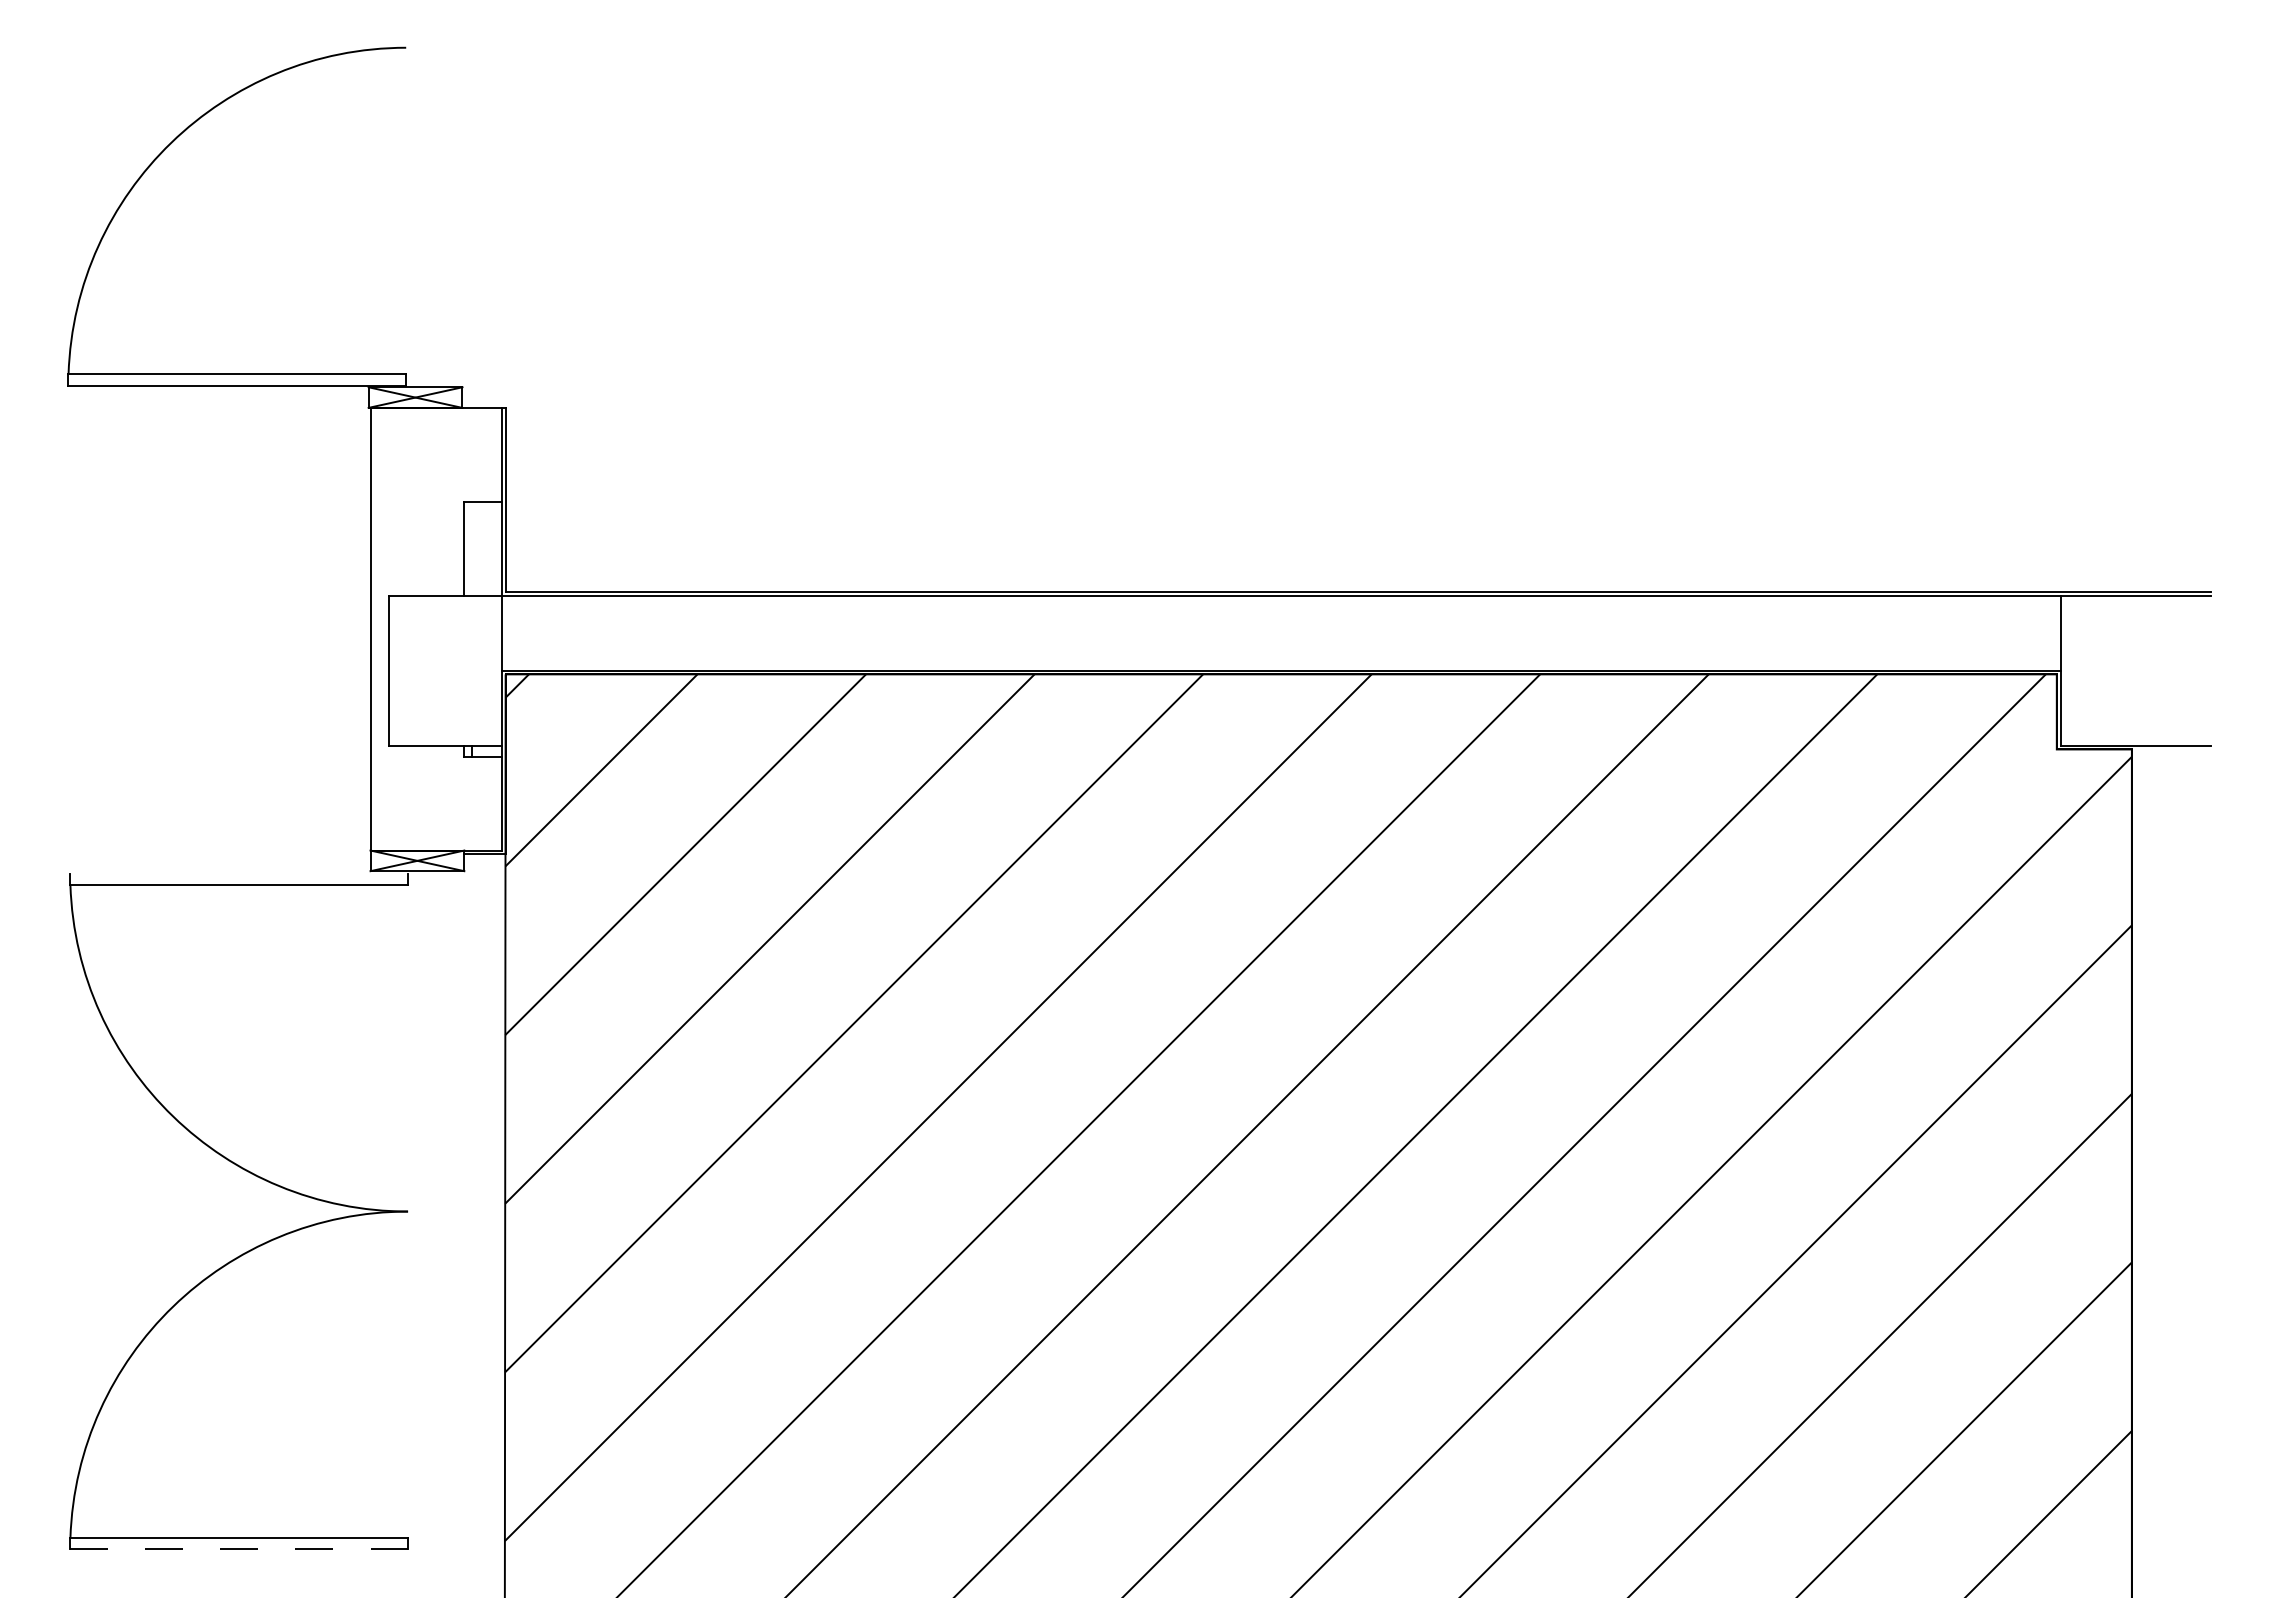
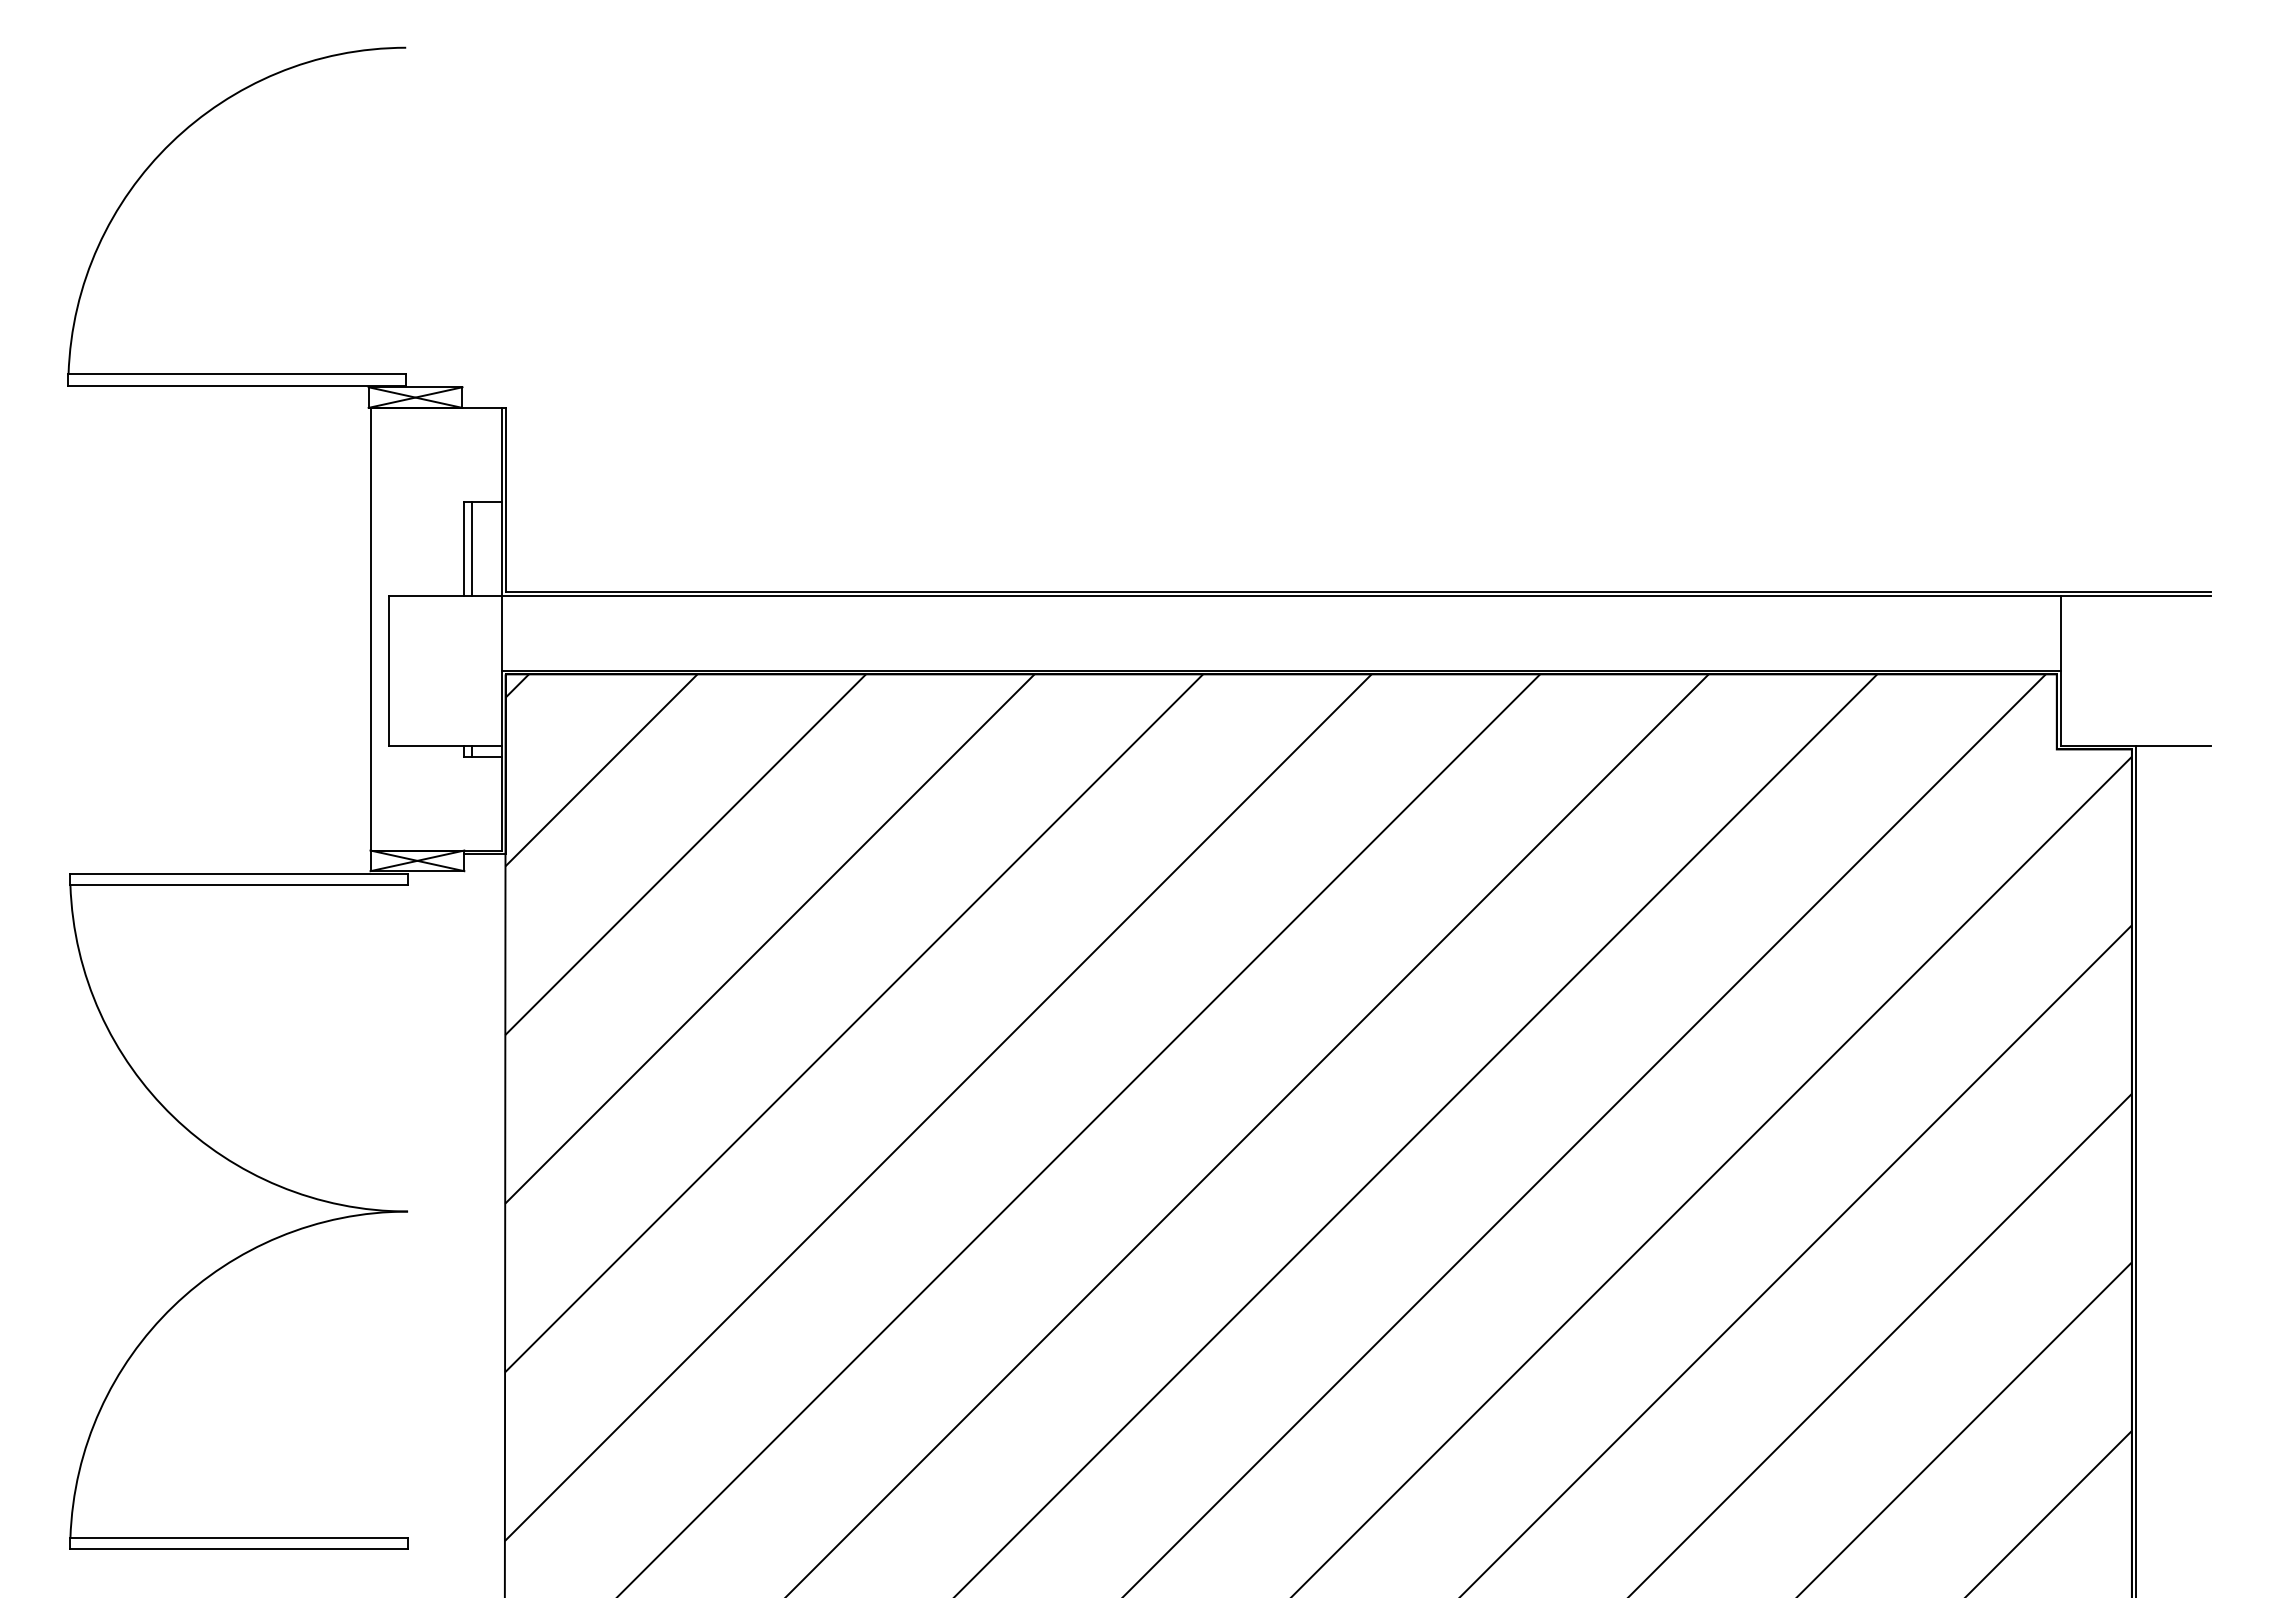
line at (471, 548): none -> present
line at (239, 873): none -> present
line at (2135, 1169): none -> present
line at (239, 1549): dashed -> solid
